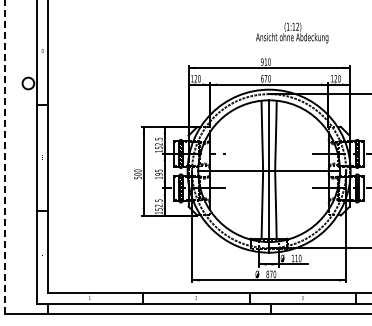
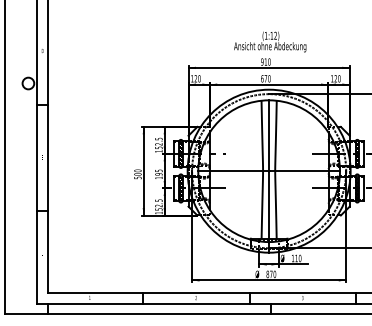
text at (292, 32) position: (292, 32) -> (270, 41)
line at (5, 157): dashed -> solid
